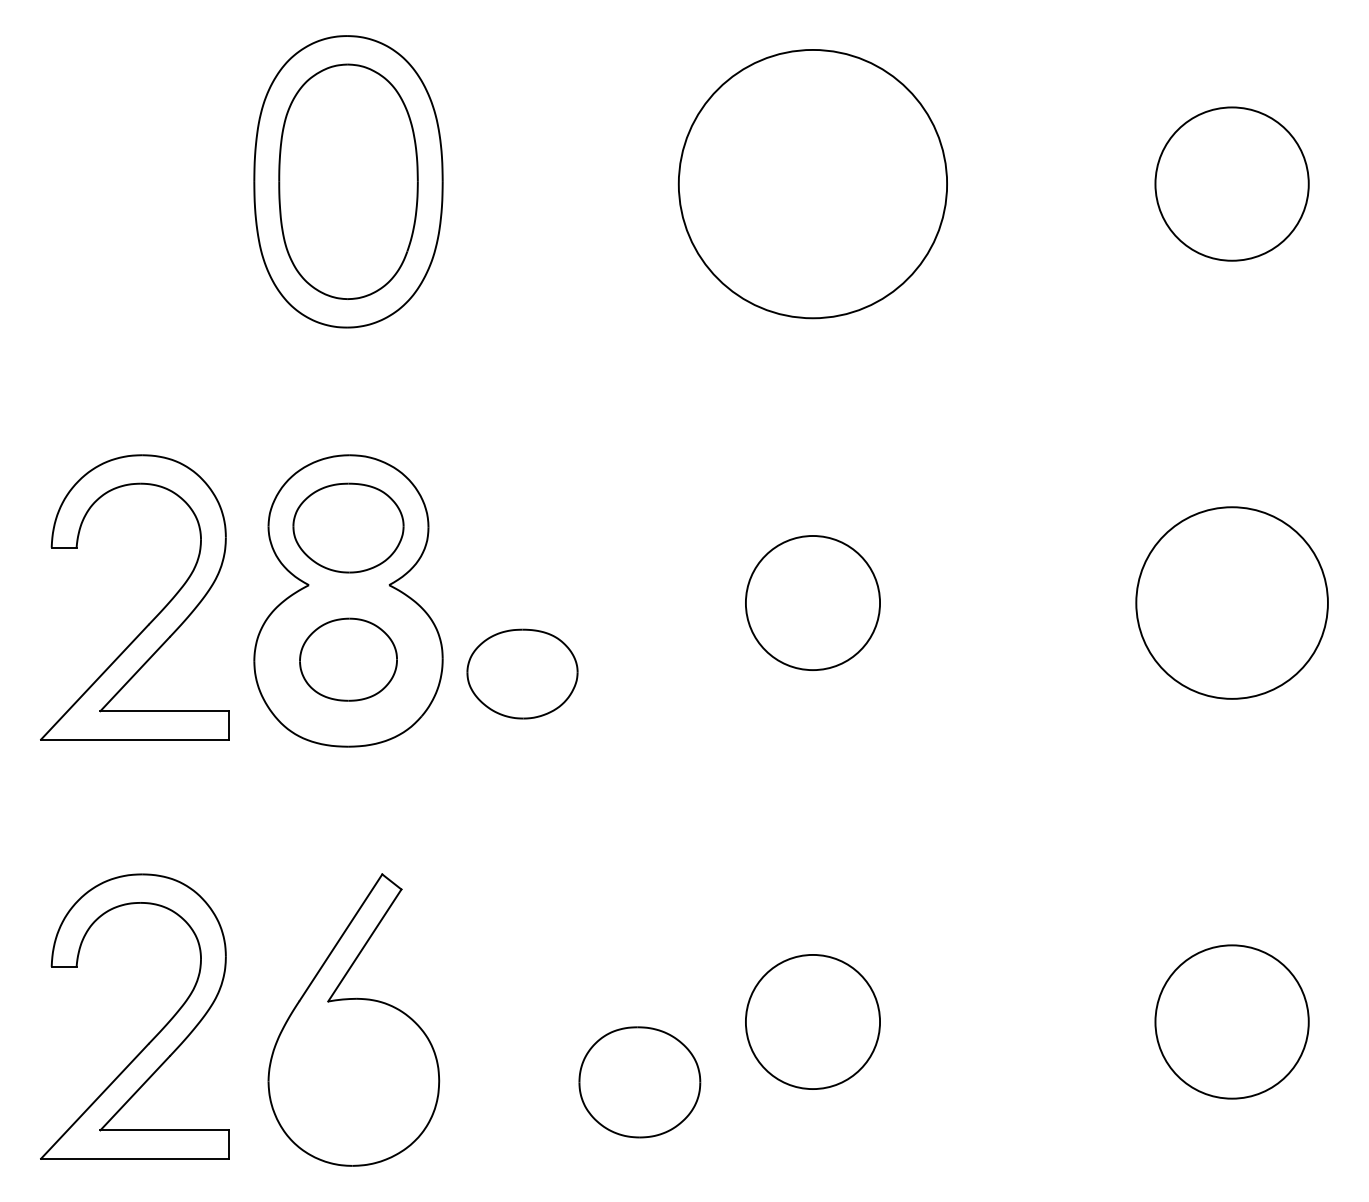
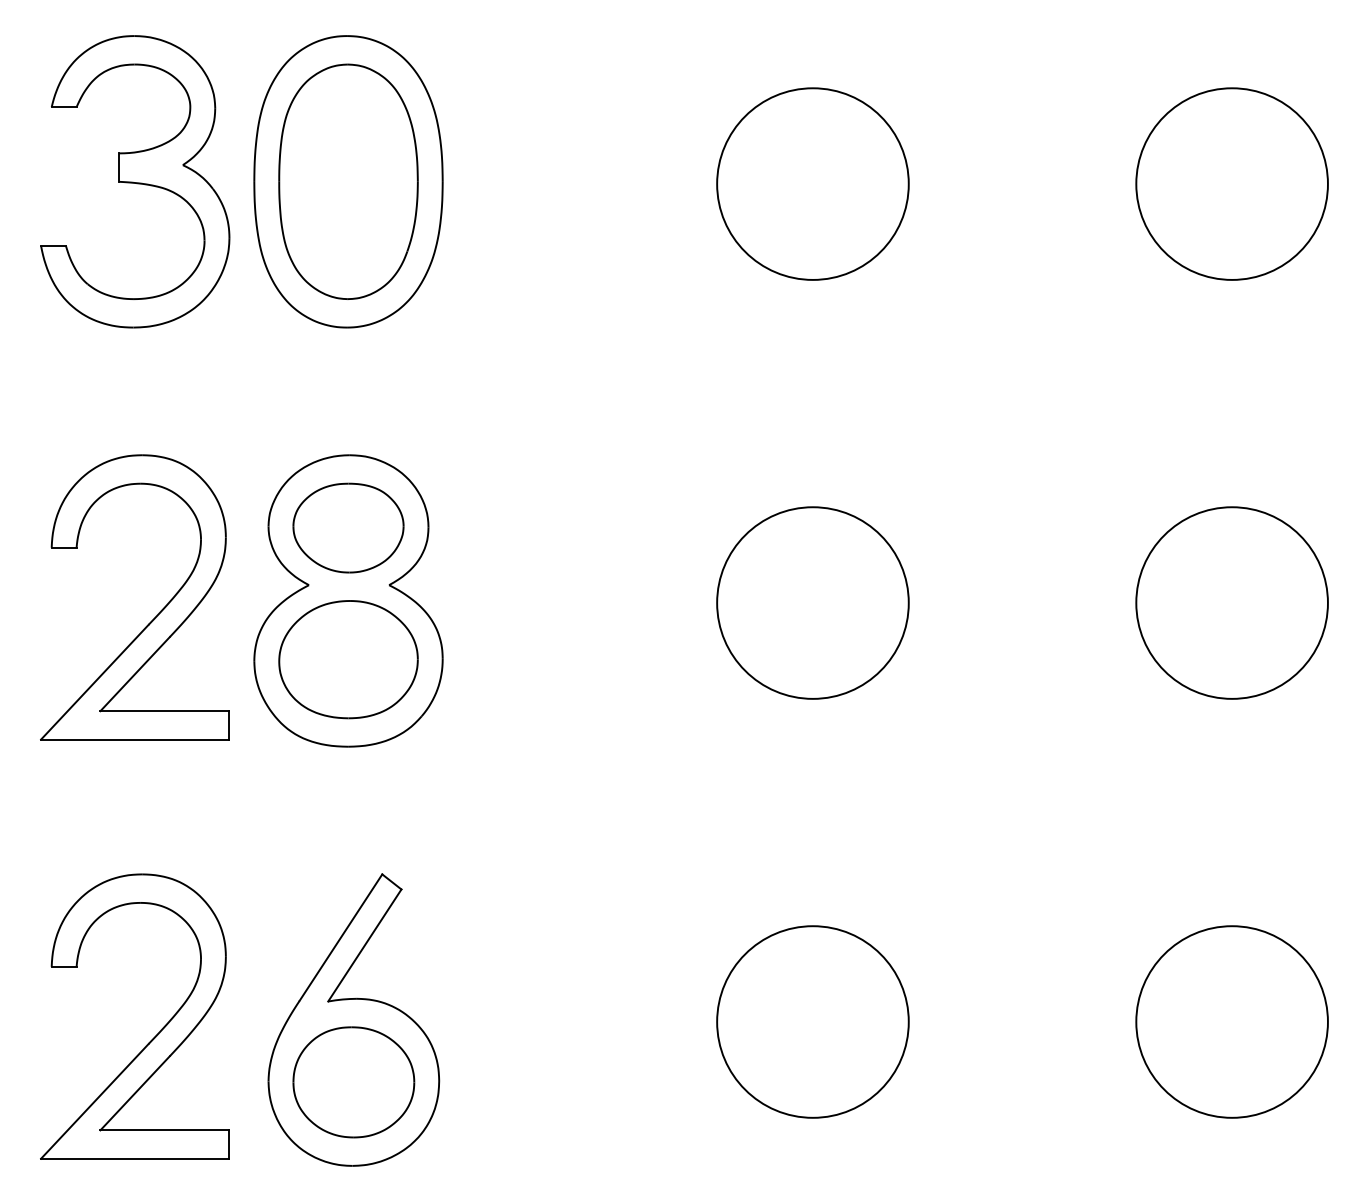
part at (135, 181): none -> present
circle at (812, 183) diameter: 268 px -> 192 px
circle at (1231, 183) diameter: 153 px -> 192 px
circle at (812, 602) diameter: 134 px -> 192 px
part at (348, 659) size: 99x85 px -> 141x120 px
part at (522, 673): present -> none
circle at (812, 1021) diameter: 134 px -> 192 px
circle at (1231, 1021) diameter: 153 px -> 192 px
part at (639, 1082) position: (639, 1082) -> (353, 1082)
